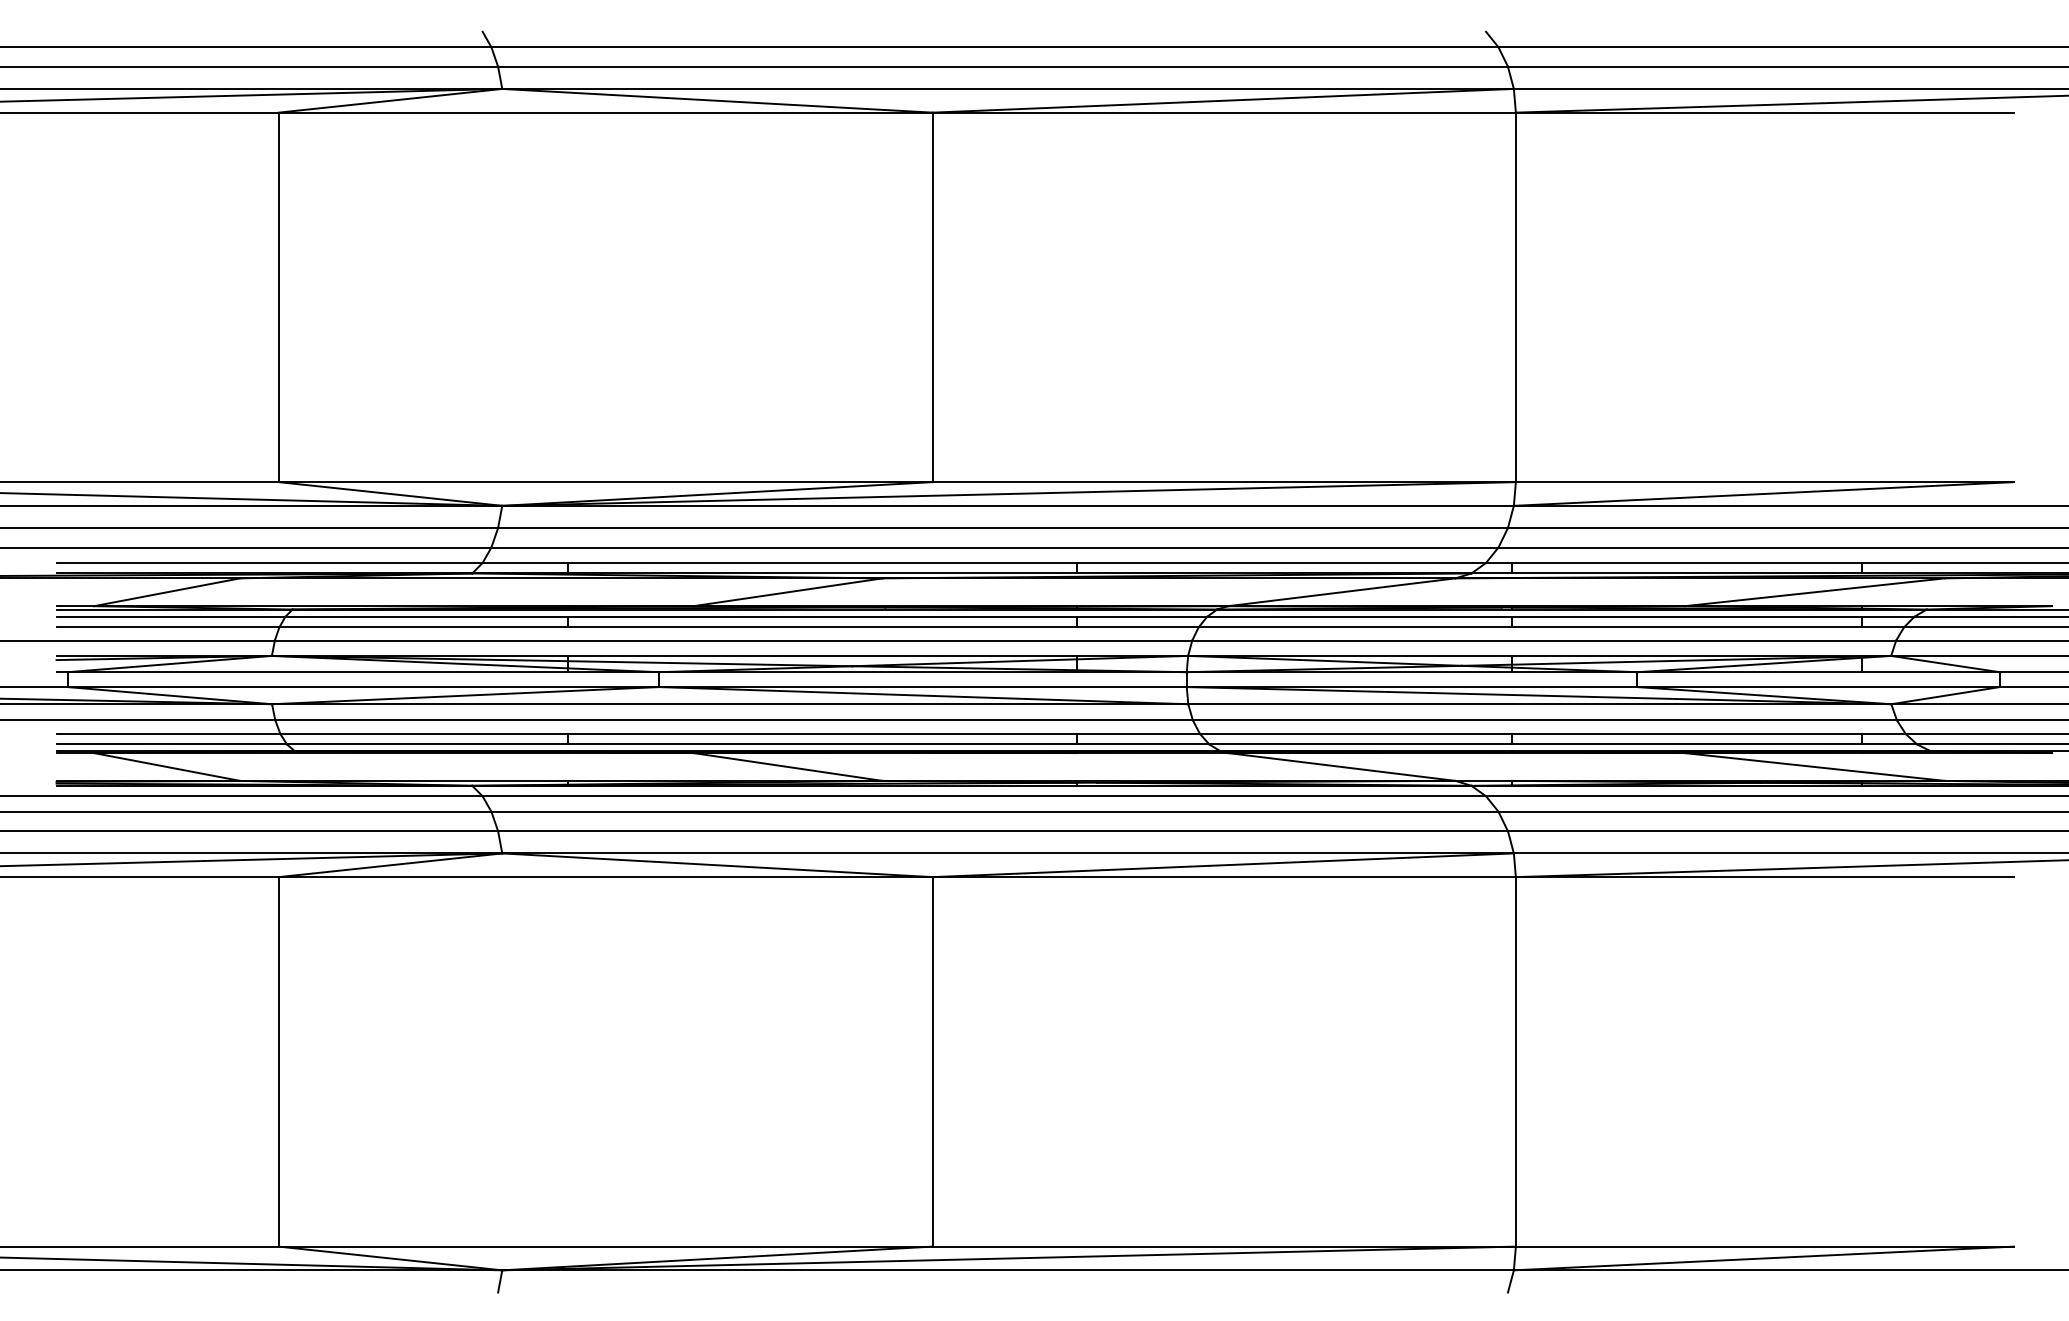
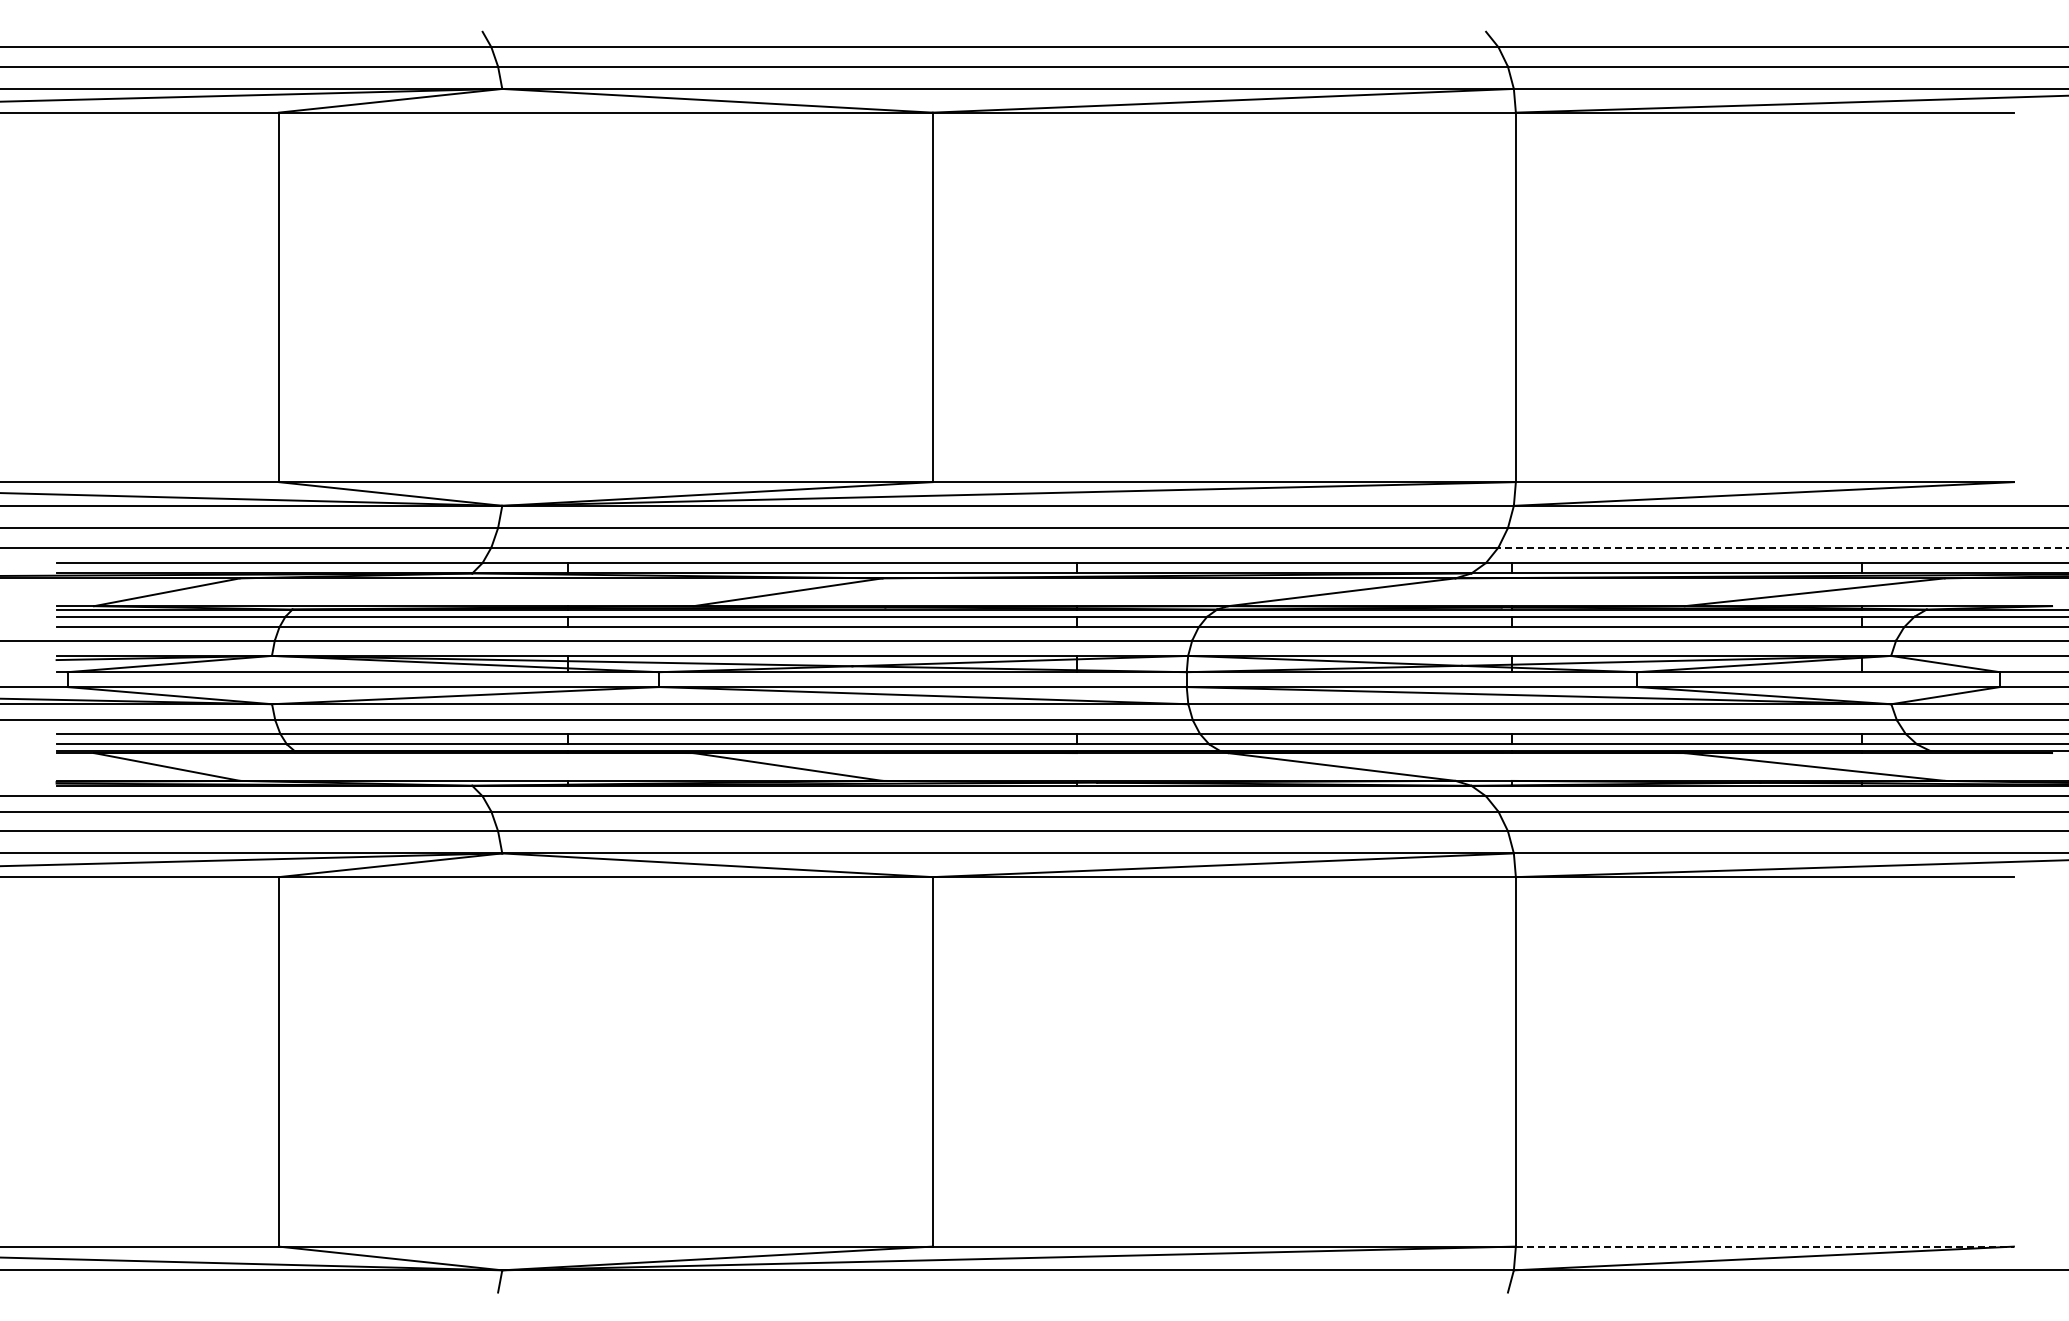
line at (1783, 547): solid -> dashed
line at (1765, 1246): solid -> dashed
